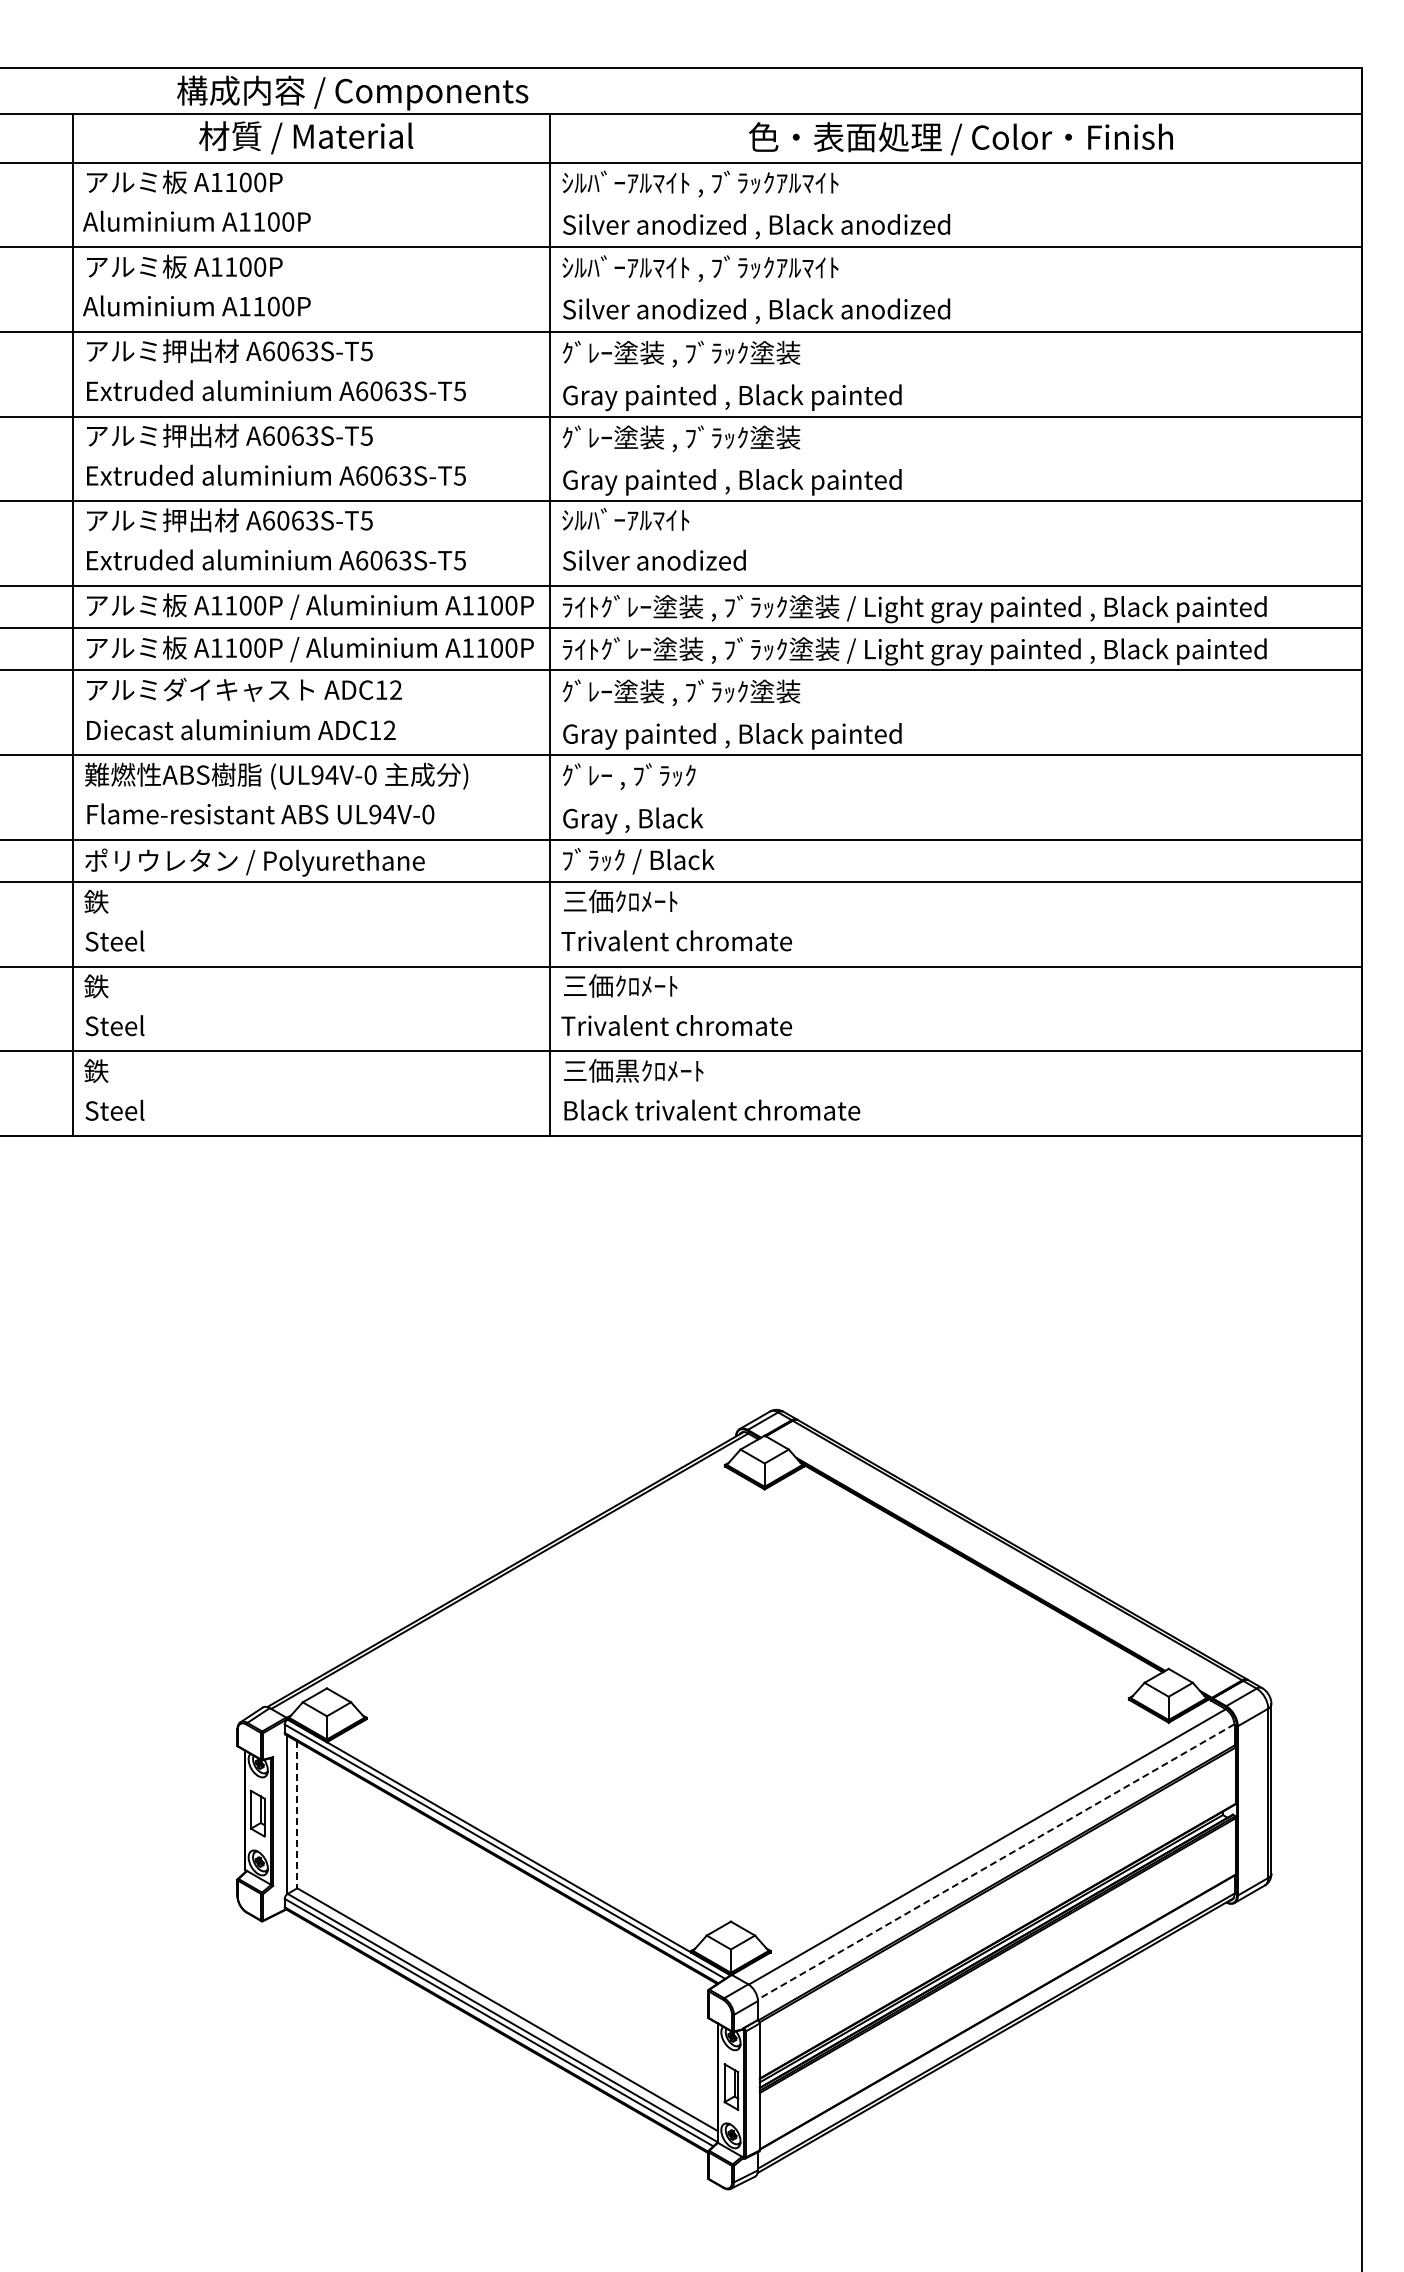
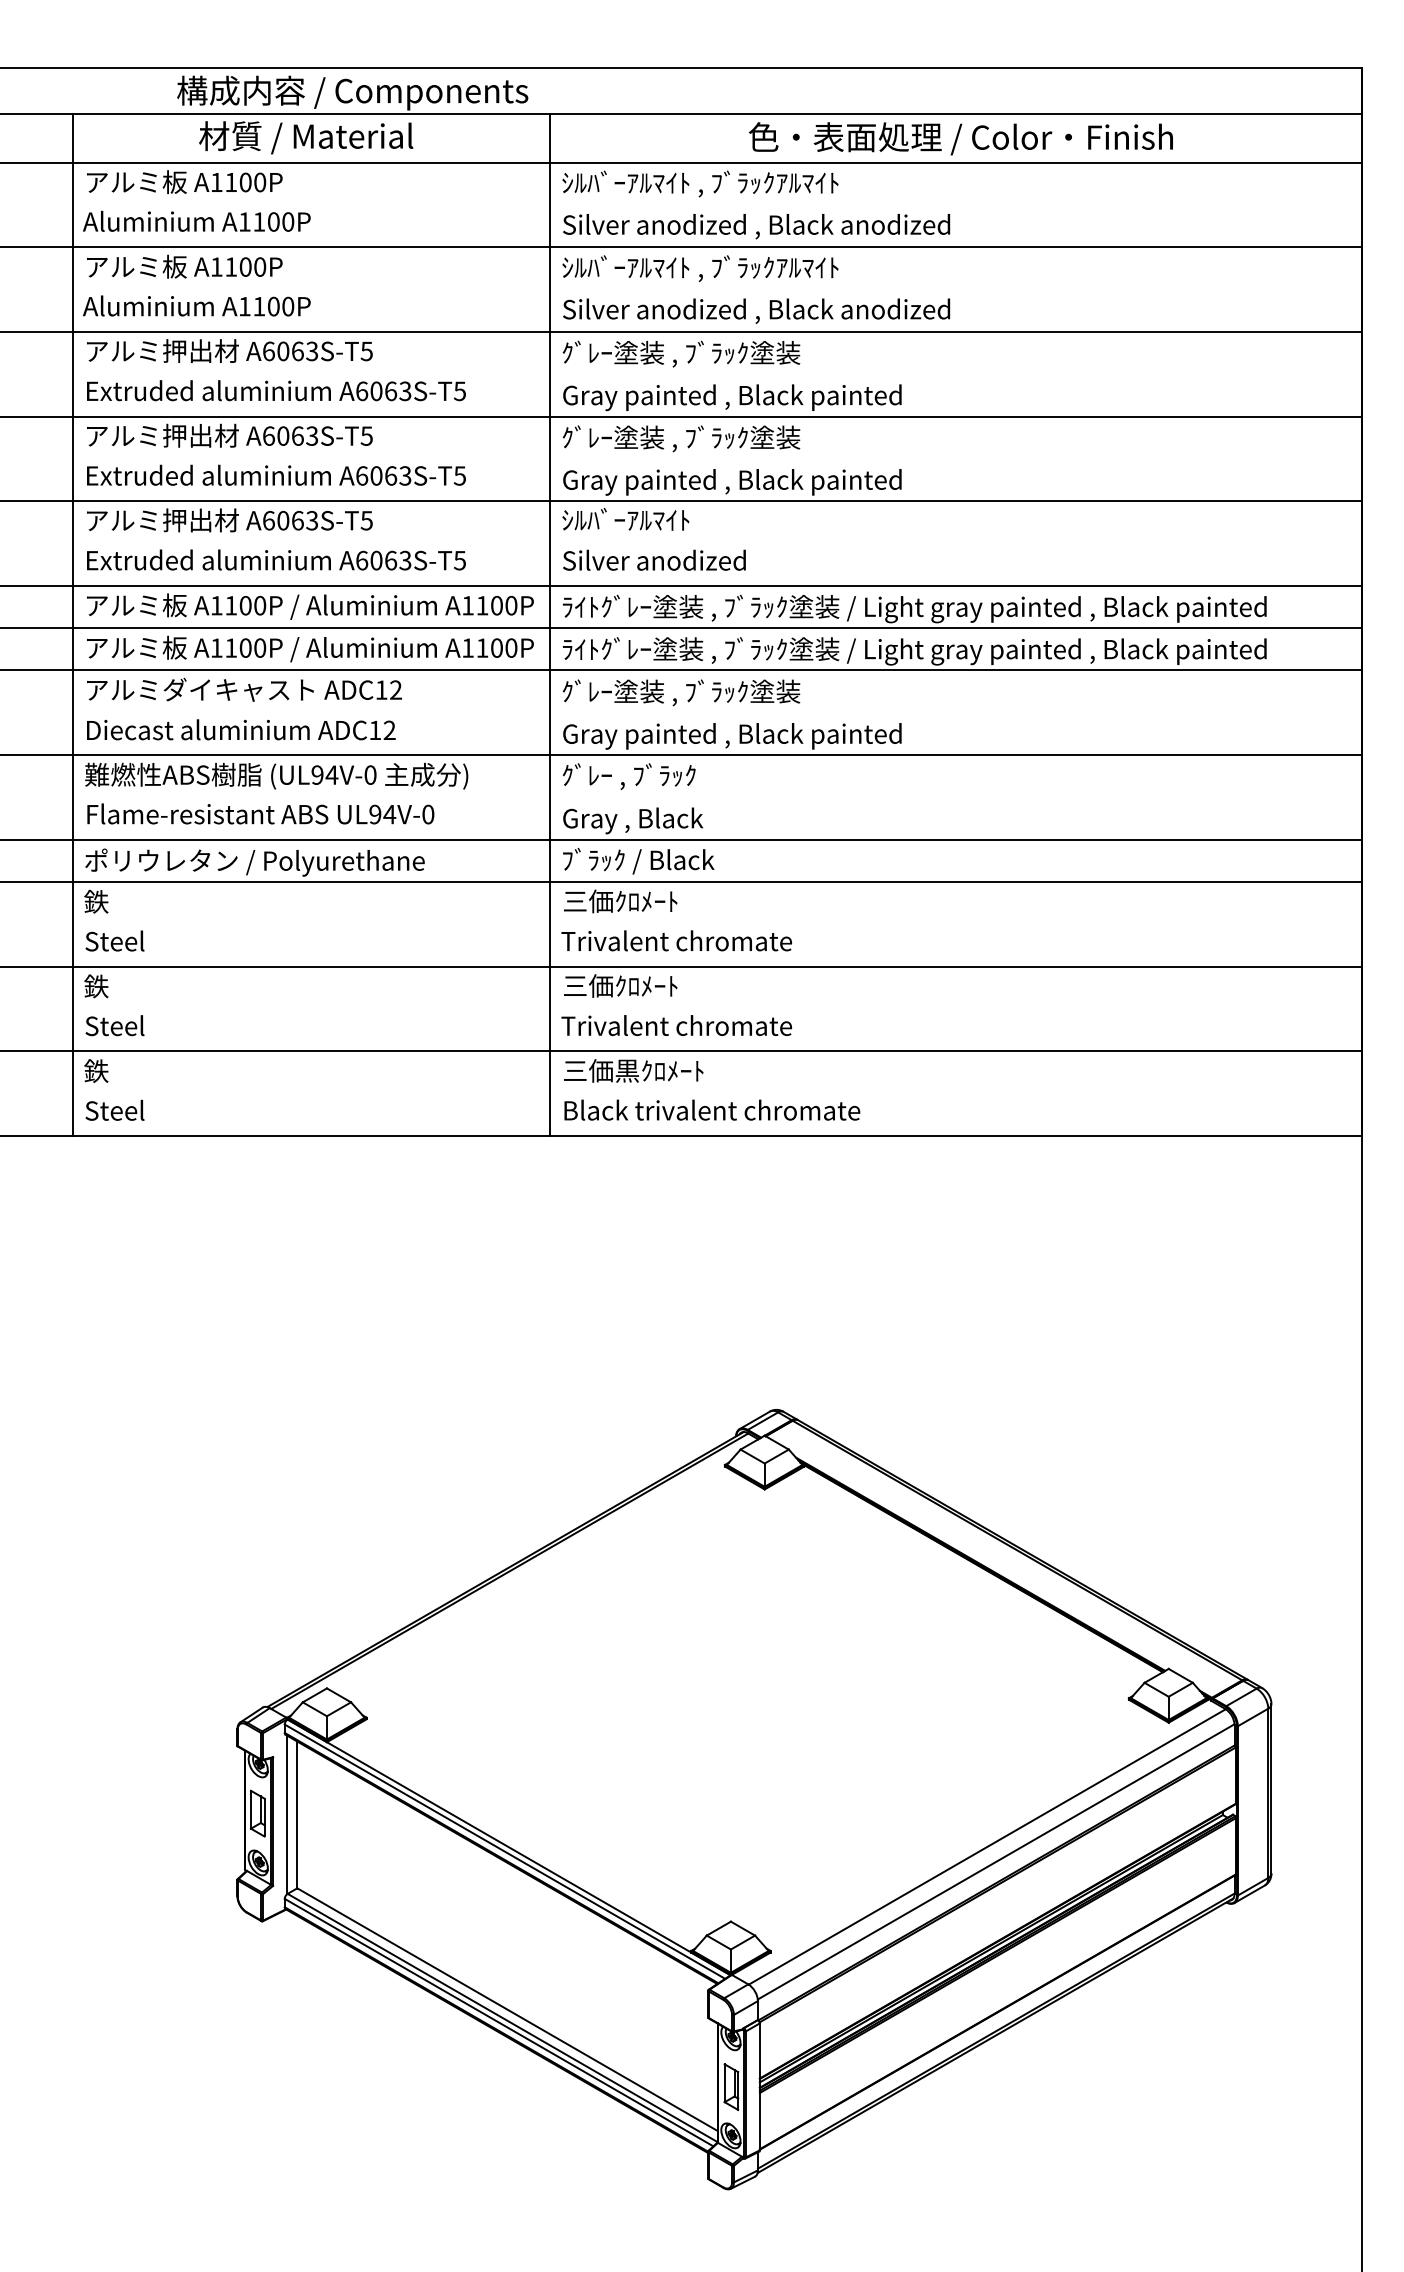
line at (296, 1814): dashed -> solid
line at (995, 1862): dashed -> solid
